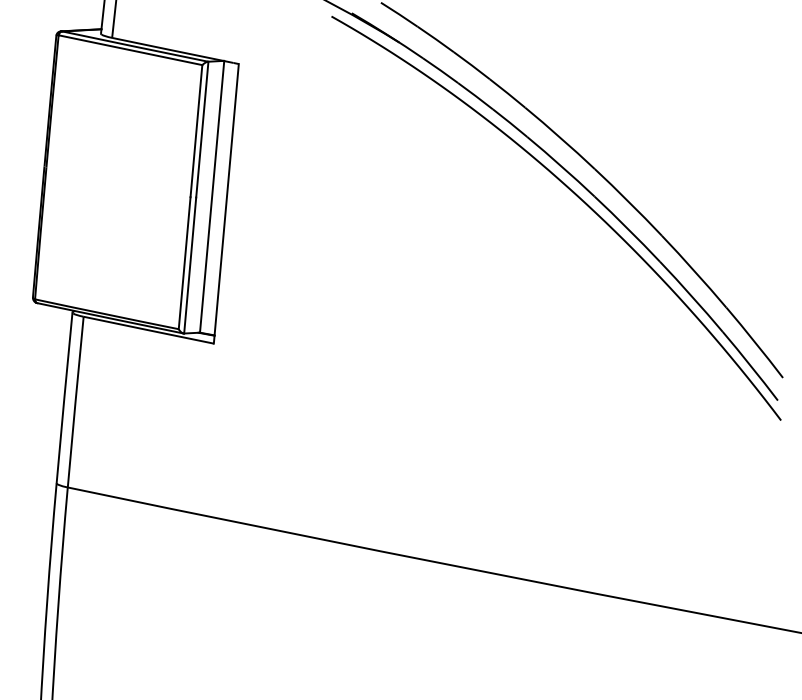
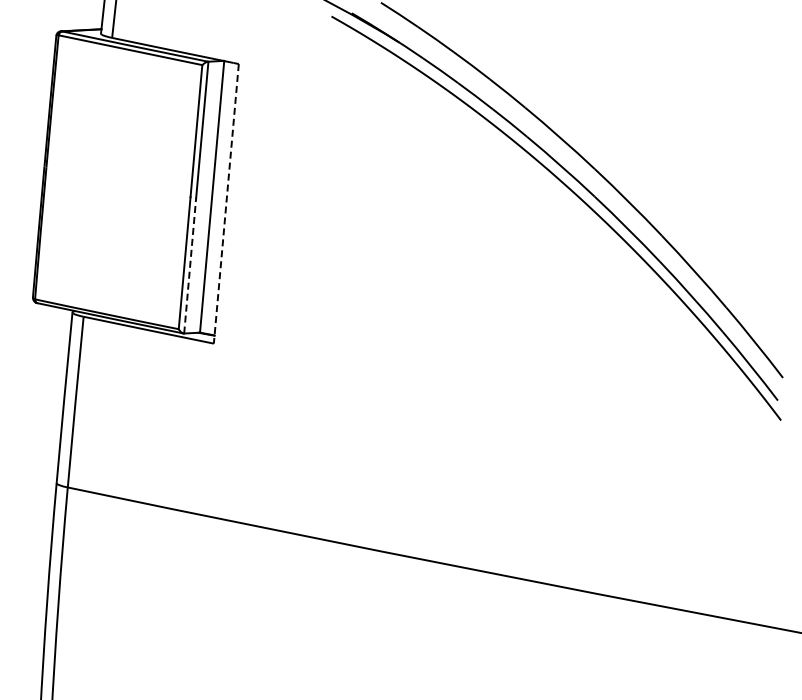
line at (226, 204): solid -> dashed
line at (190, 265): solid -> dashed
